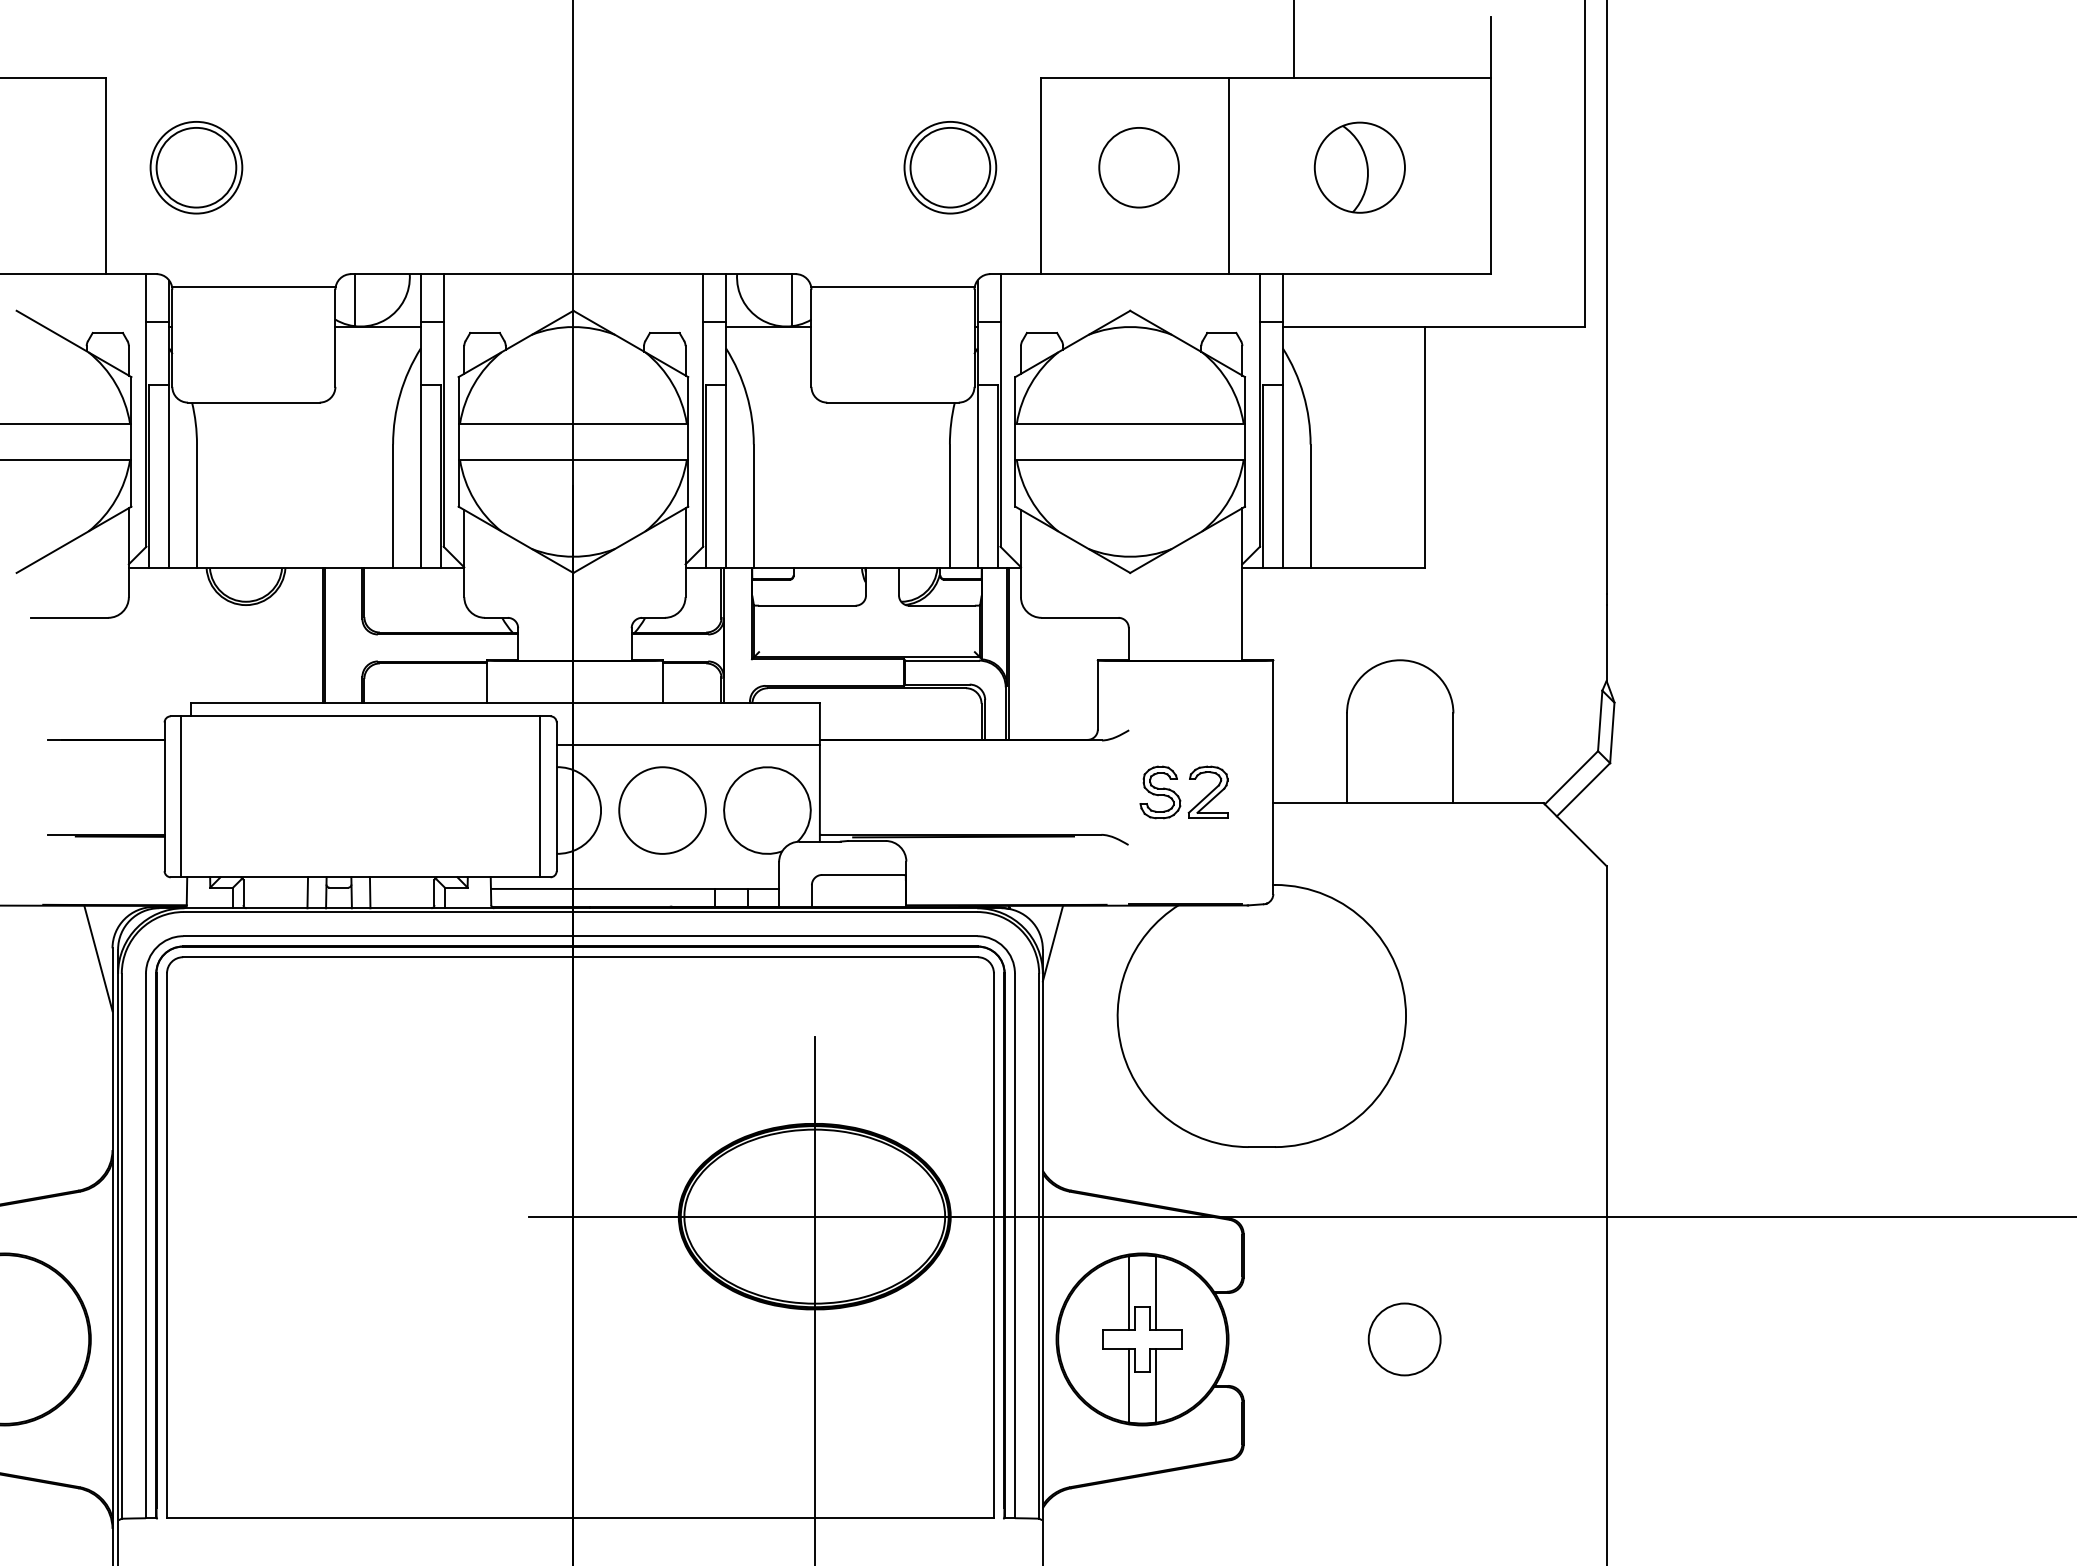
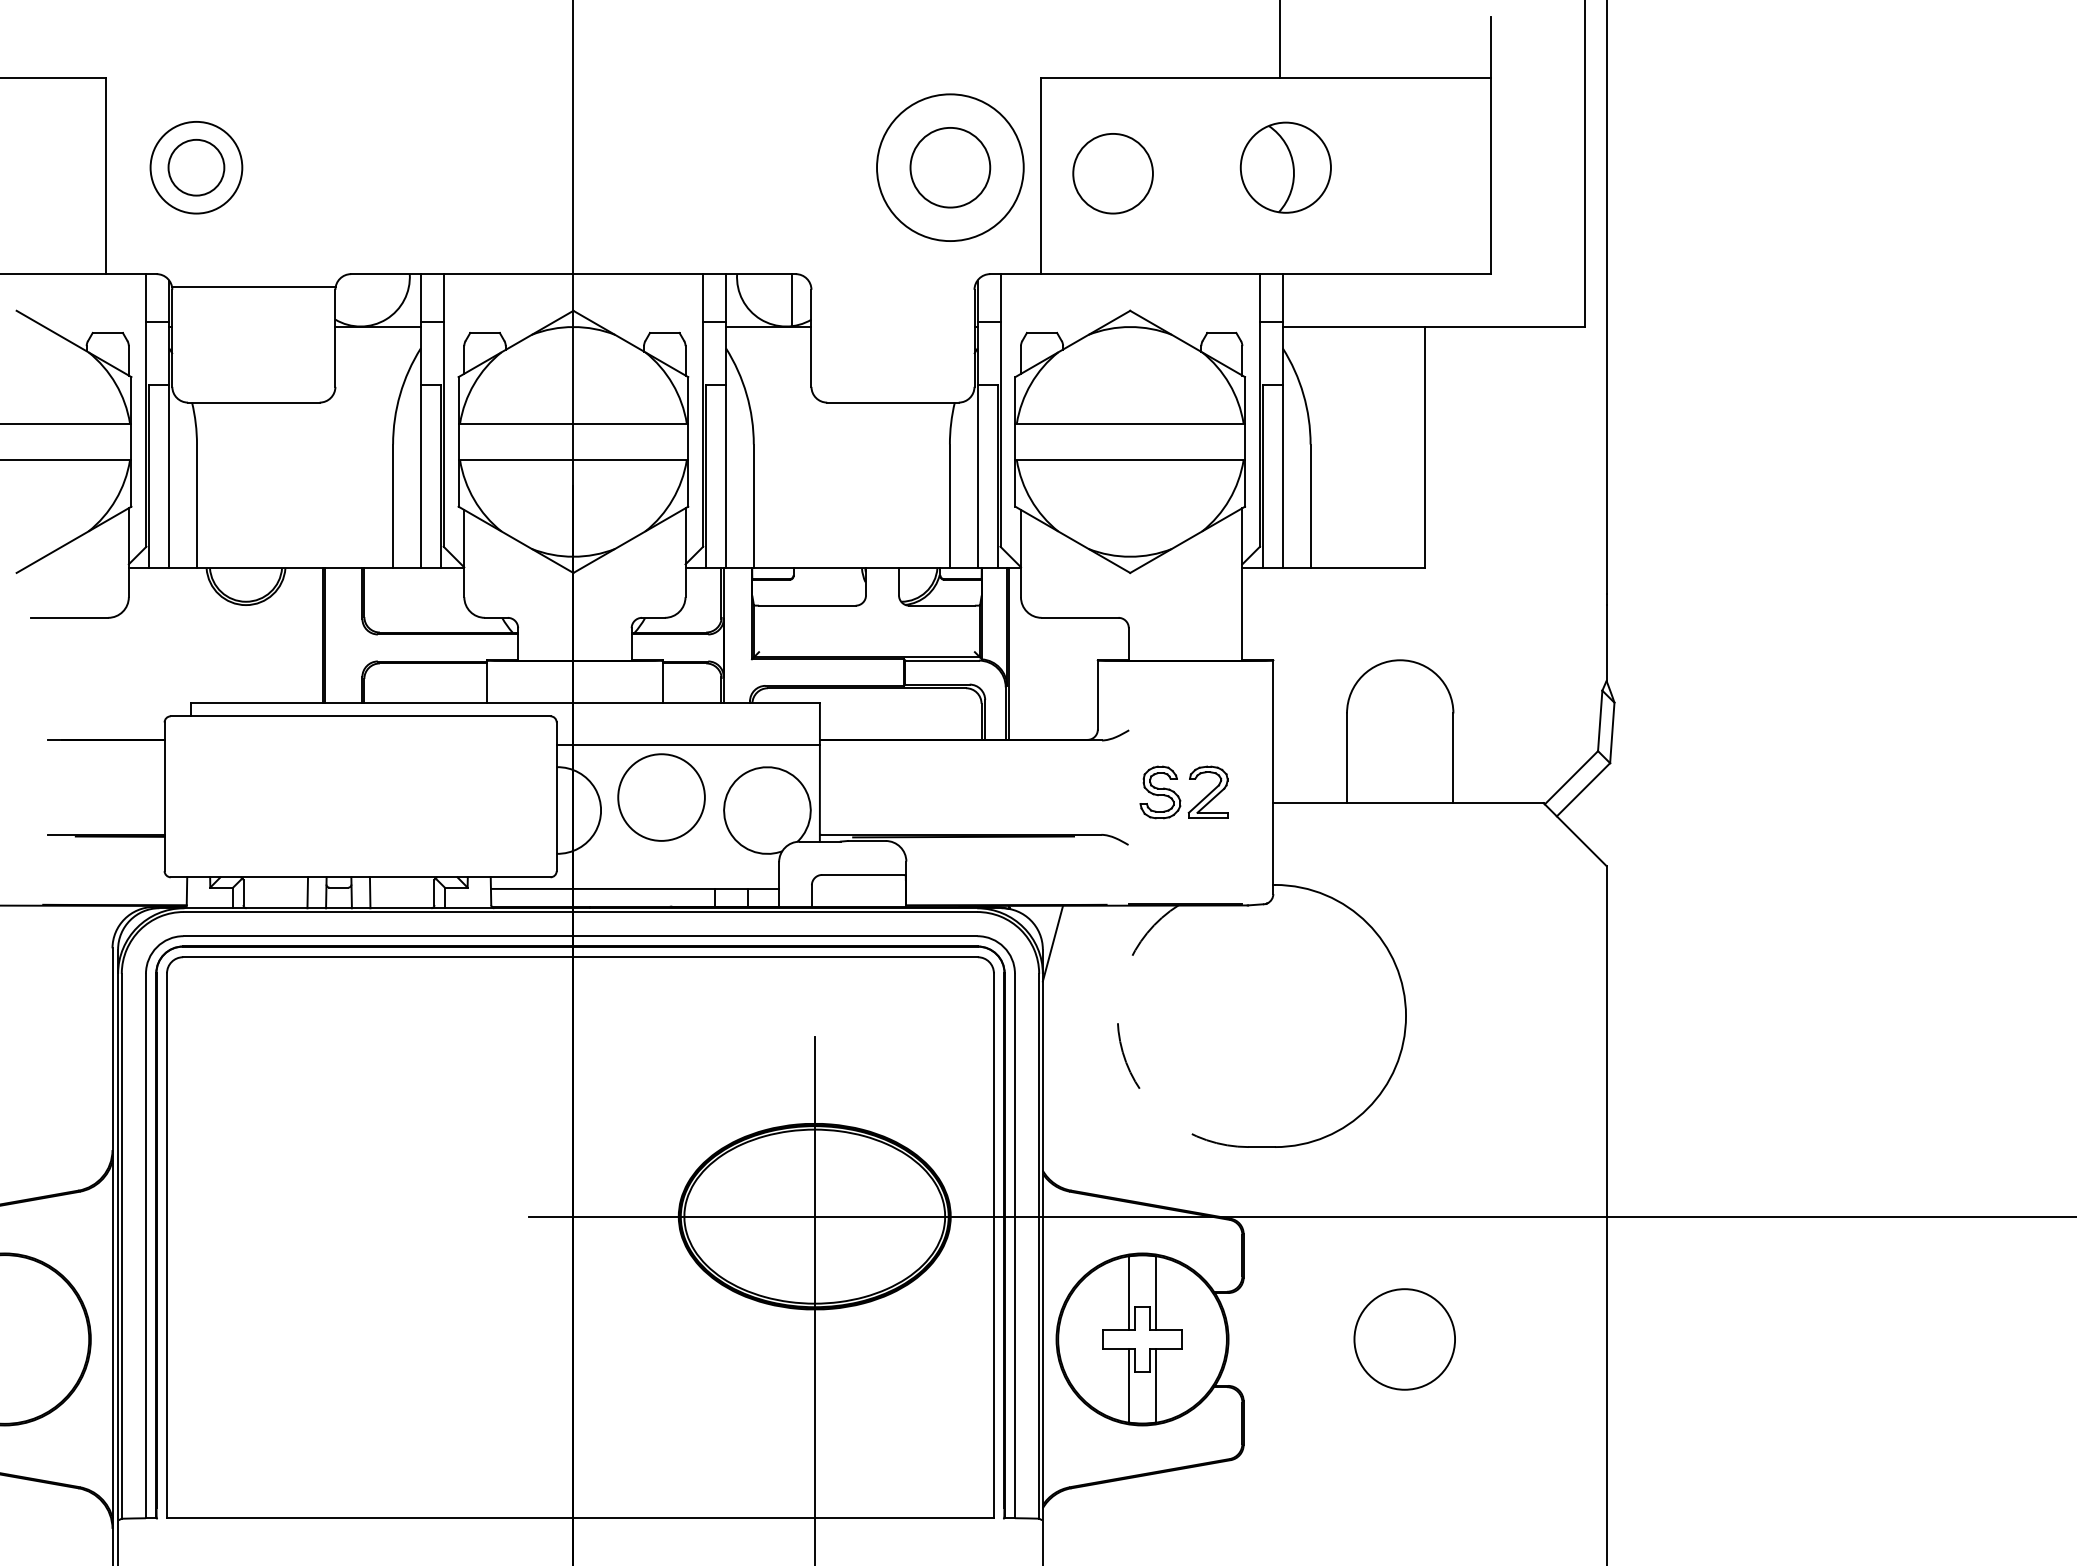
line at (1294, 39) position: (1294, 39) -> (1280, 39)
circle at (196, 167) diameter: 80 px -> 56 px
circle at (950, 167) diameter: 92 px -> 147 px
circle at (1138, 167) position: (1138, 167) -> (1112, 173)
part at (1359, 167) position: (1359, 167) -> (1285, 167)
line at (1228, 175): present -> none
line at (892, 287): present -> none
line at (355, 299): present -> none
line at (181, 796): present -> none
line at (540, 796): present -> none
circle at (662, 810) position: (662, 810) -> (661, 797)
line at (98, 958): present -> none
arc at (1122, 1052): solid -> dashed
circle at (1404, 1339) size: 75x75 px -> 103x103 px
